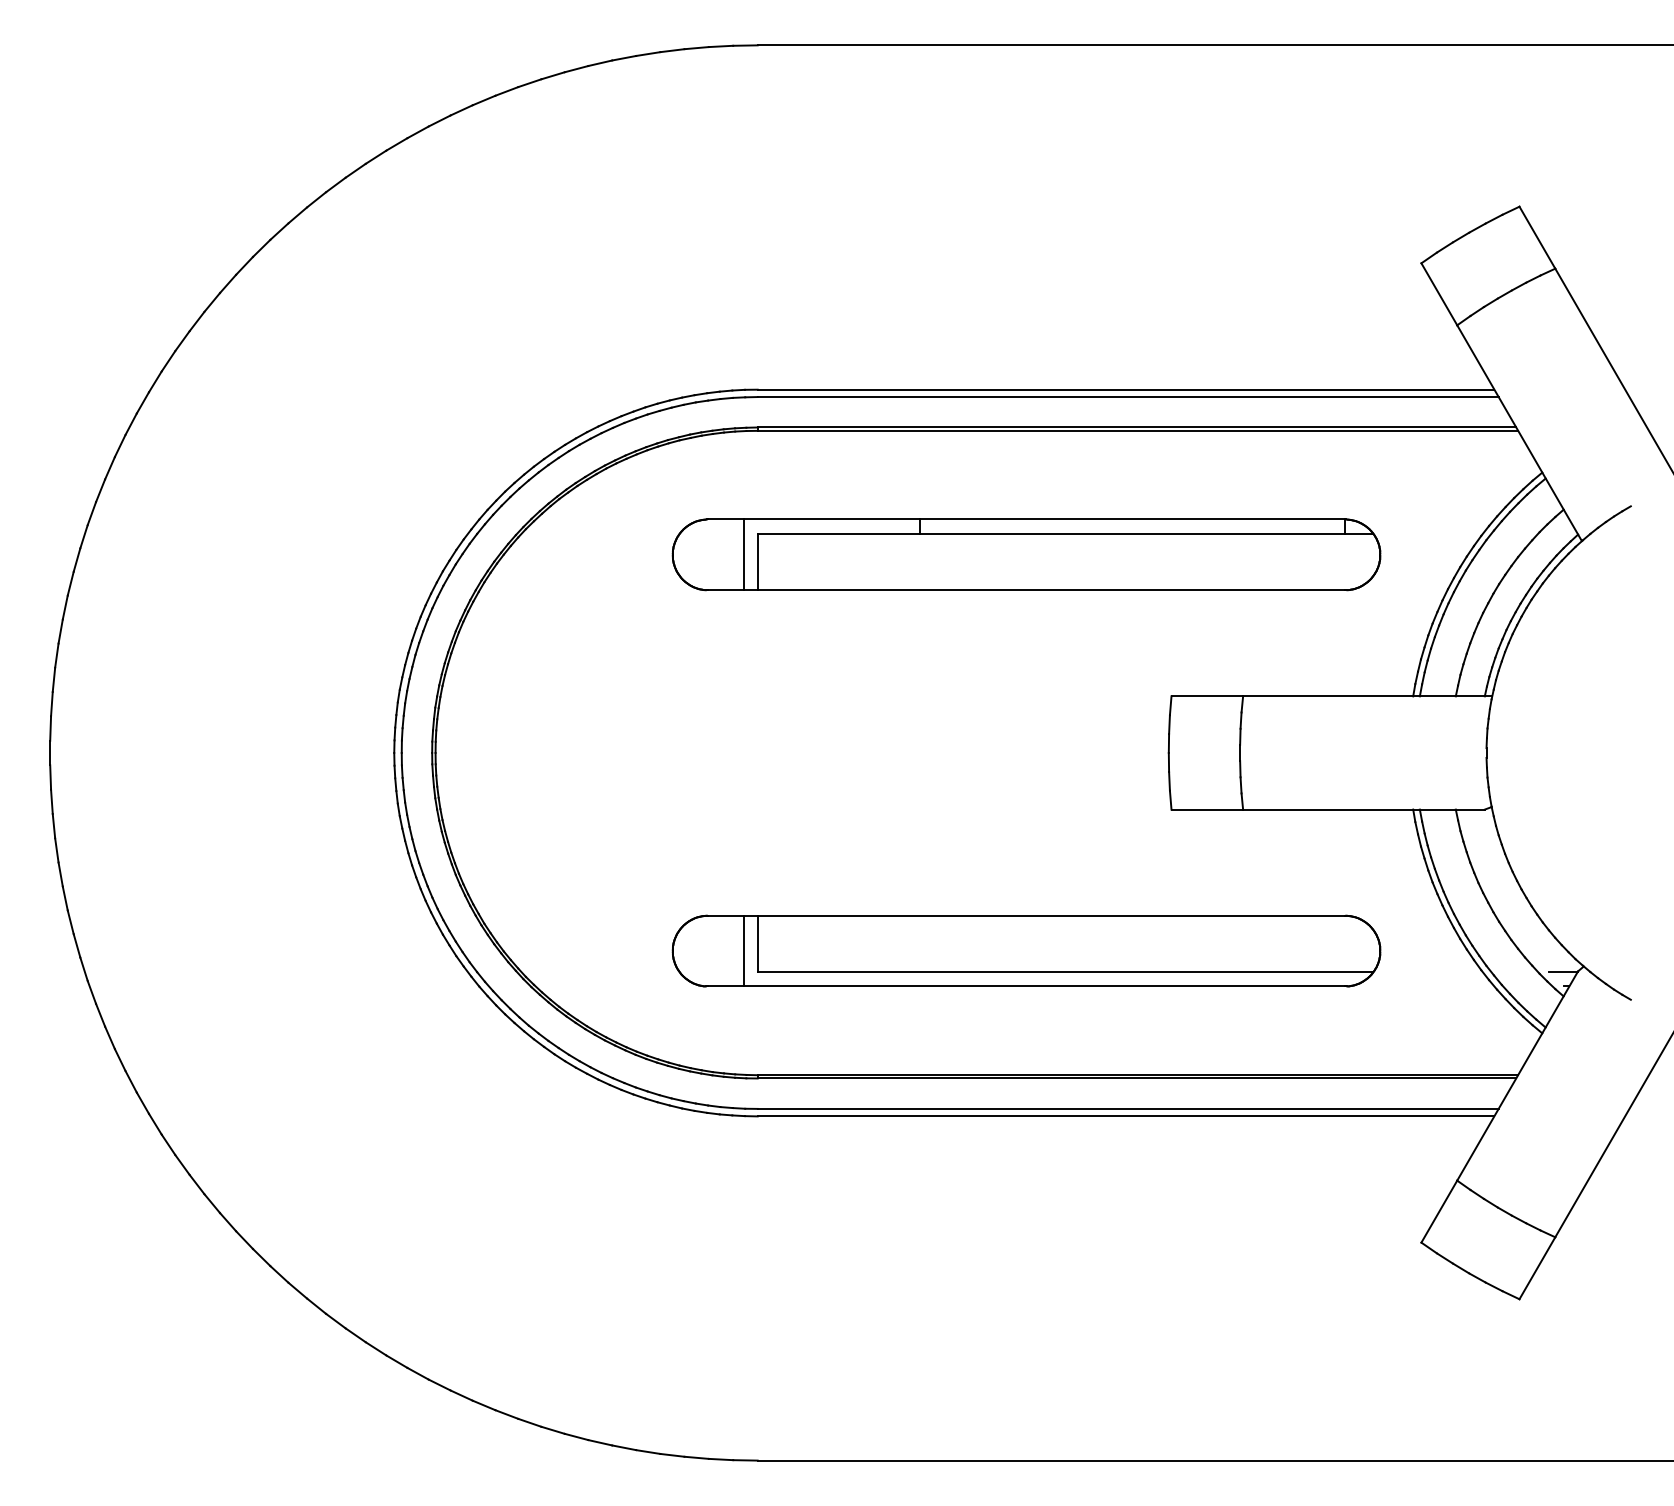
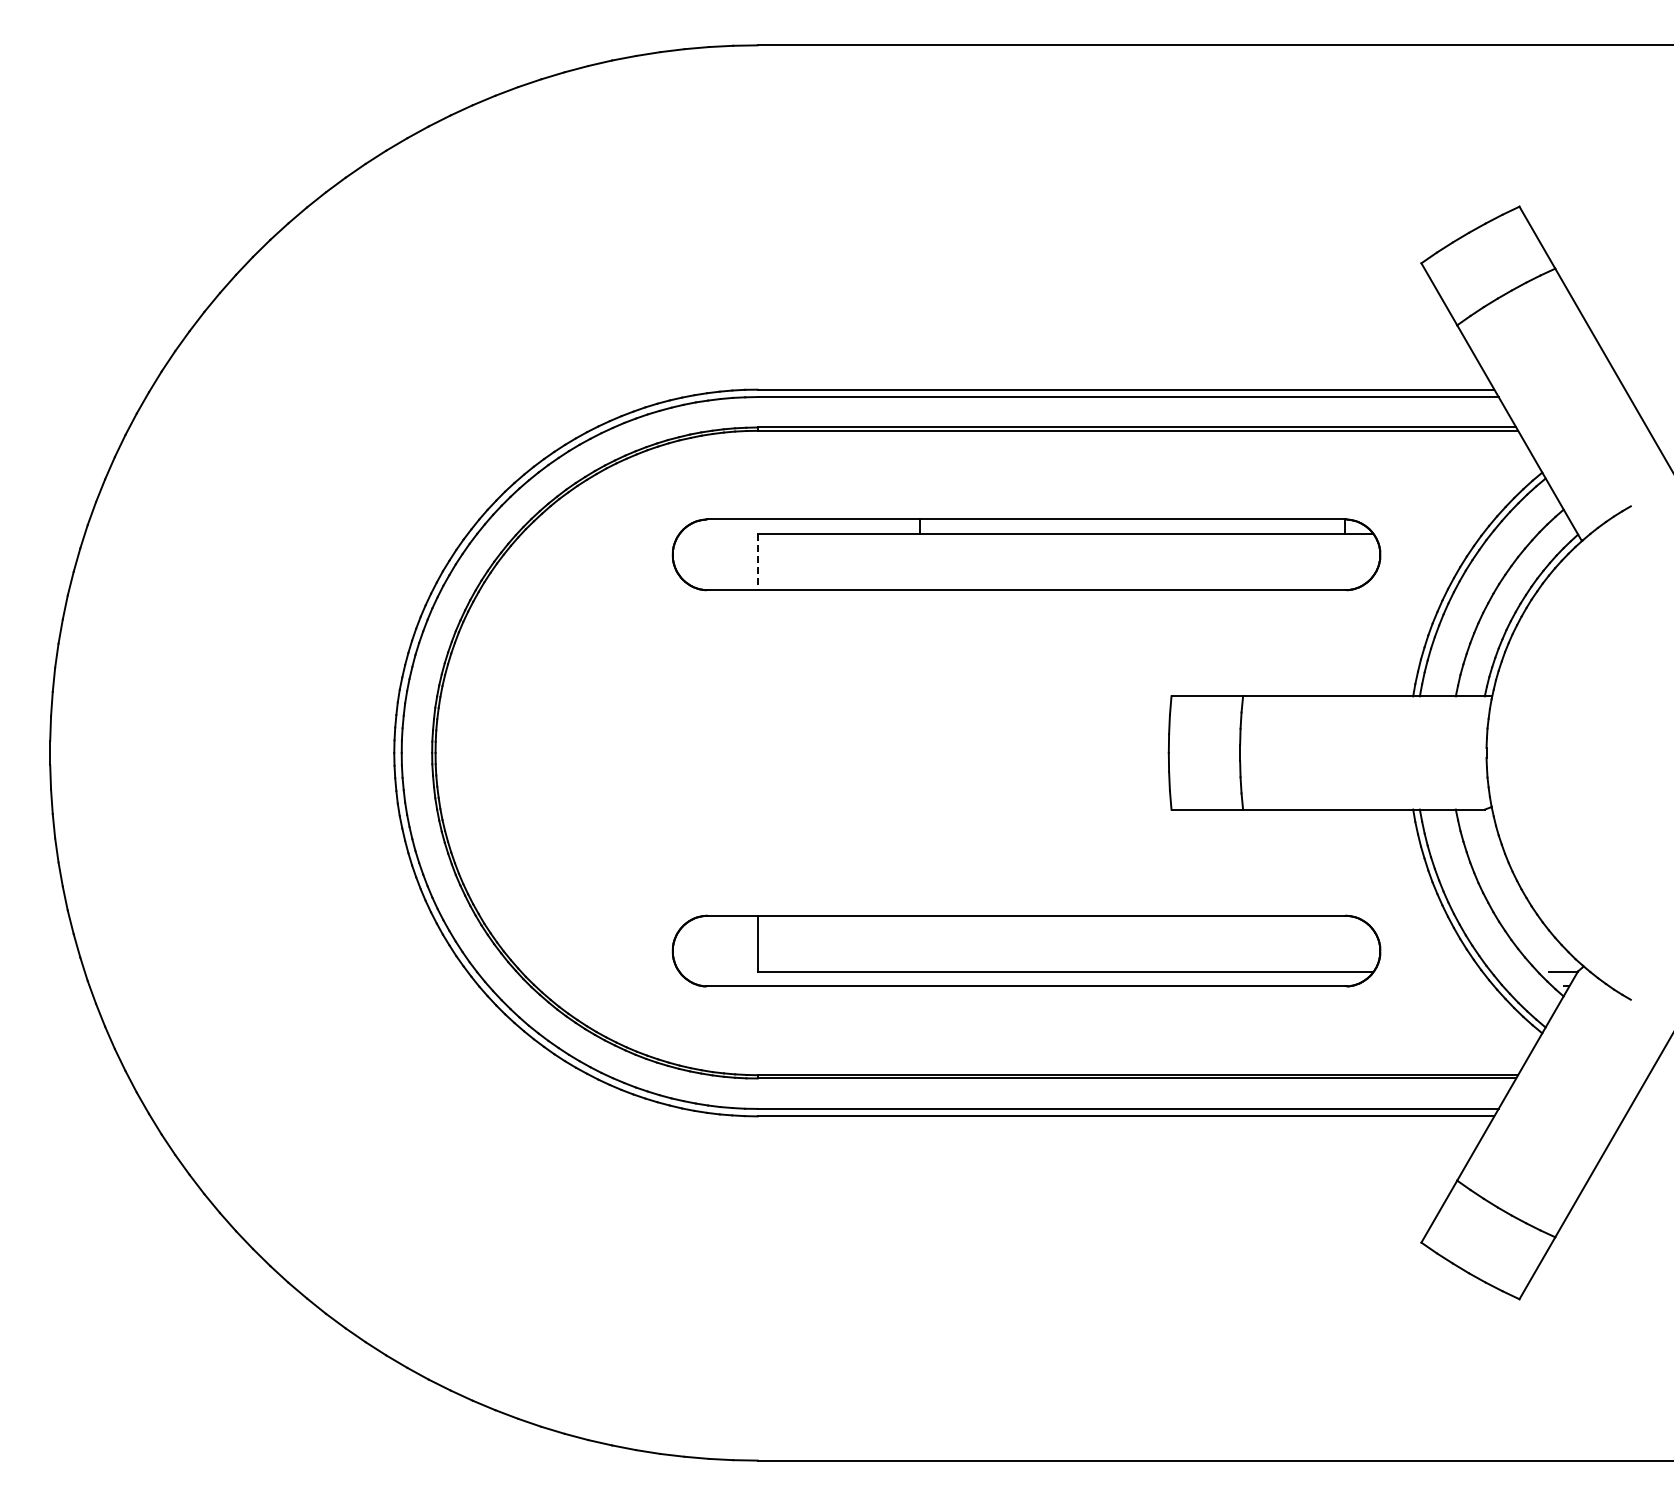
line at (743, 554): present -> none
line at (757, 562): solid -> dashed
line at (743, 950): present -> none
